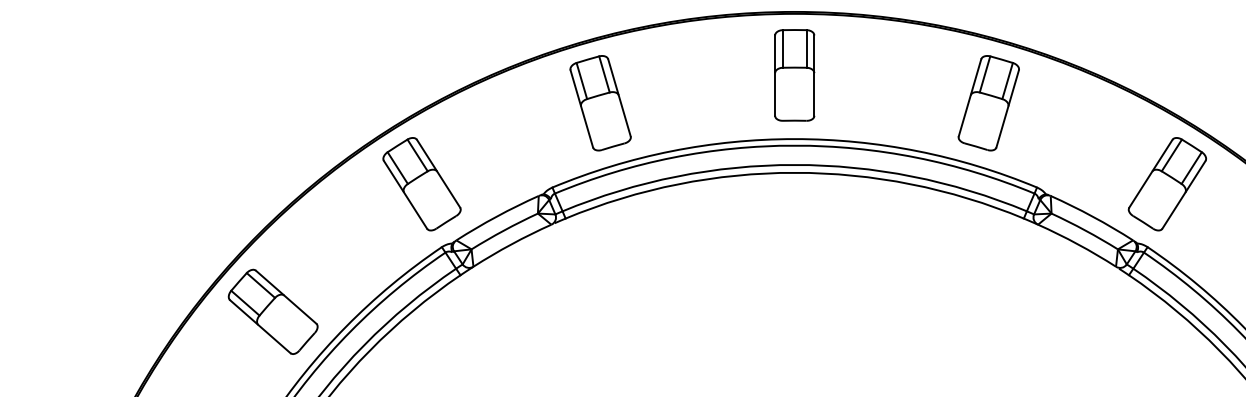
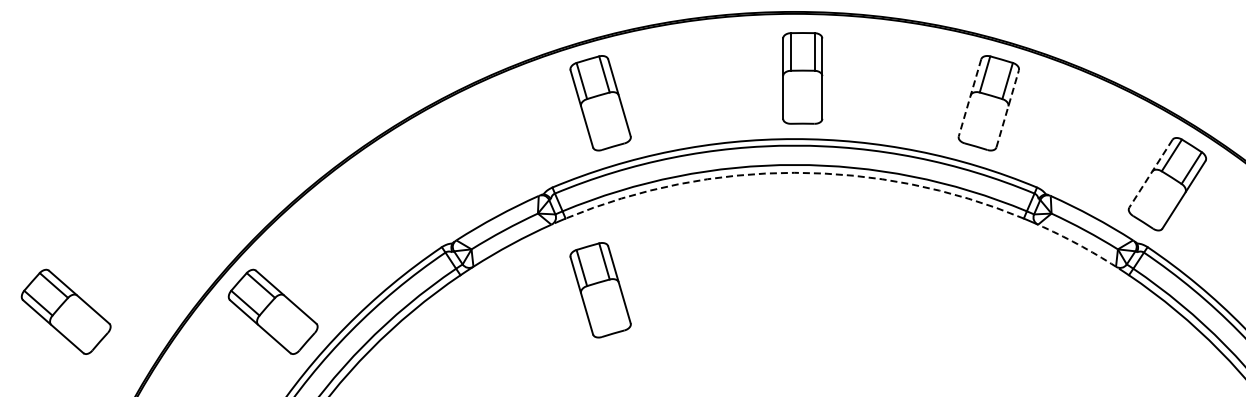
part at (794, 75) position: (794, 75) -> (802, 78)
line at (969, 98): solid -> dashed
line at (1007, 108): solid -> dashed
arc at (794, 172): solid -> dashed
line at (1150, 174): solid -> dashed
part at (421, 184): present -> none
arc at (1077, 244): solid -> dashed
part at (600, 290): none -> present
part at (65, 311): none -> present
